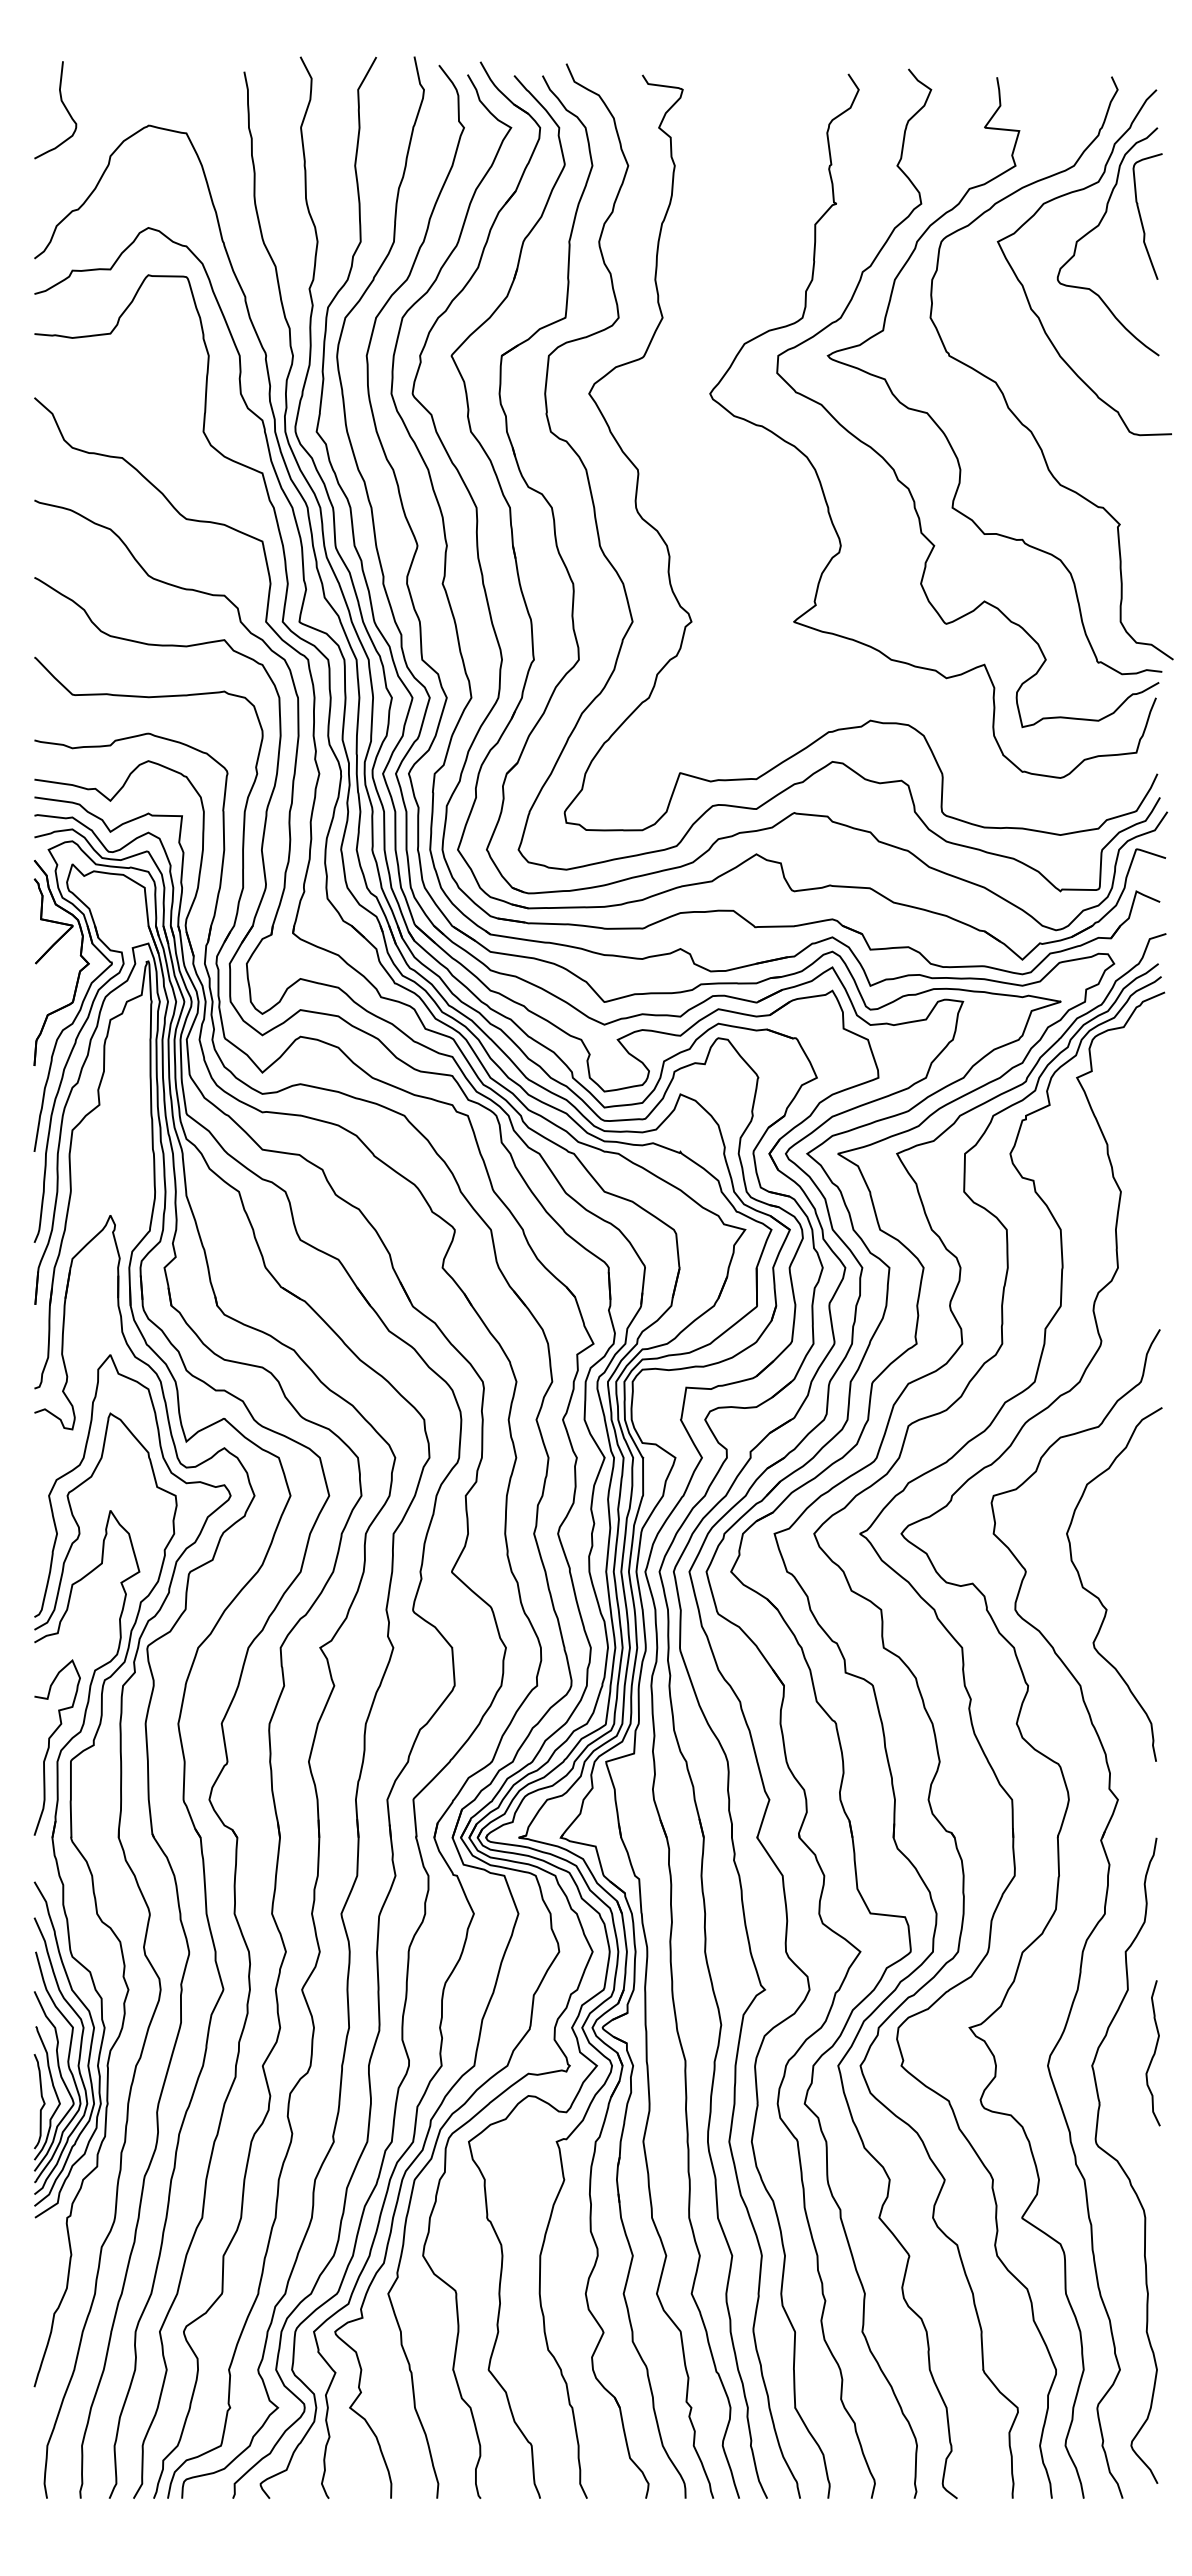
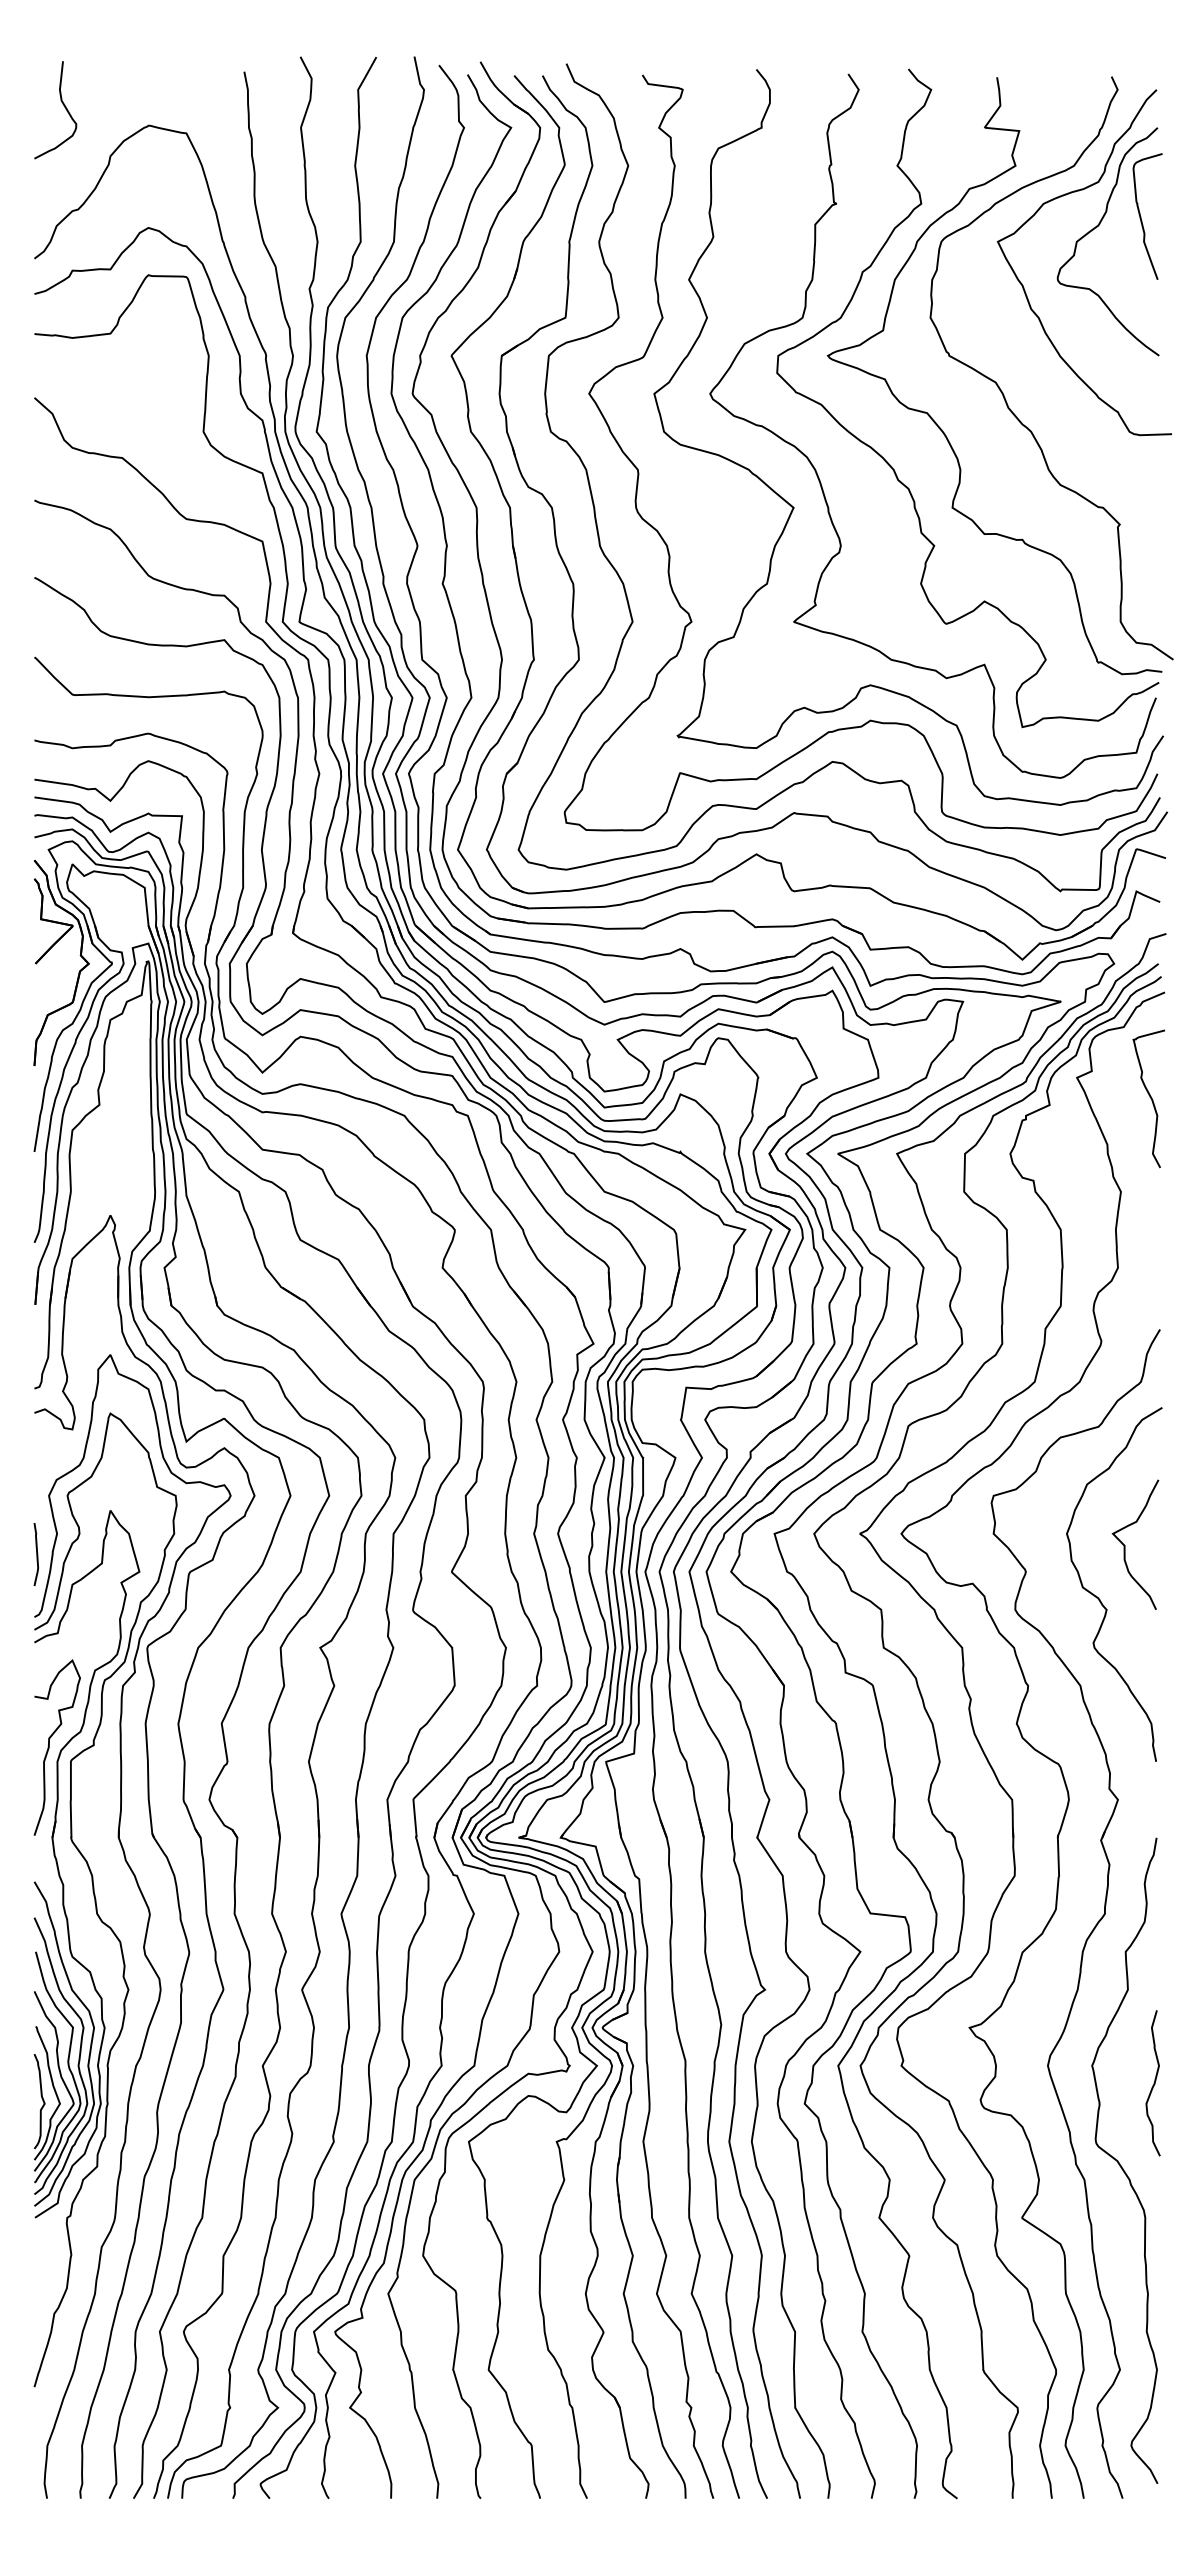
curve at (794, 507): none -> present
curve at (1149, 1097): none -> present
curve at (1125, 1545): none -> present
curve at (36, 1554): none -> present
curve at (1153, 2053) position: (1153, 2053) -> (1153, 2083)
